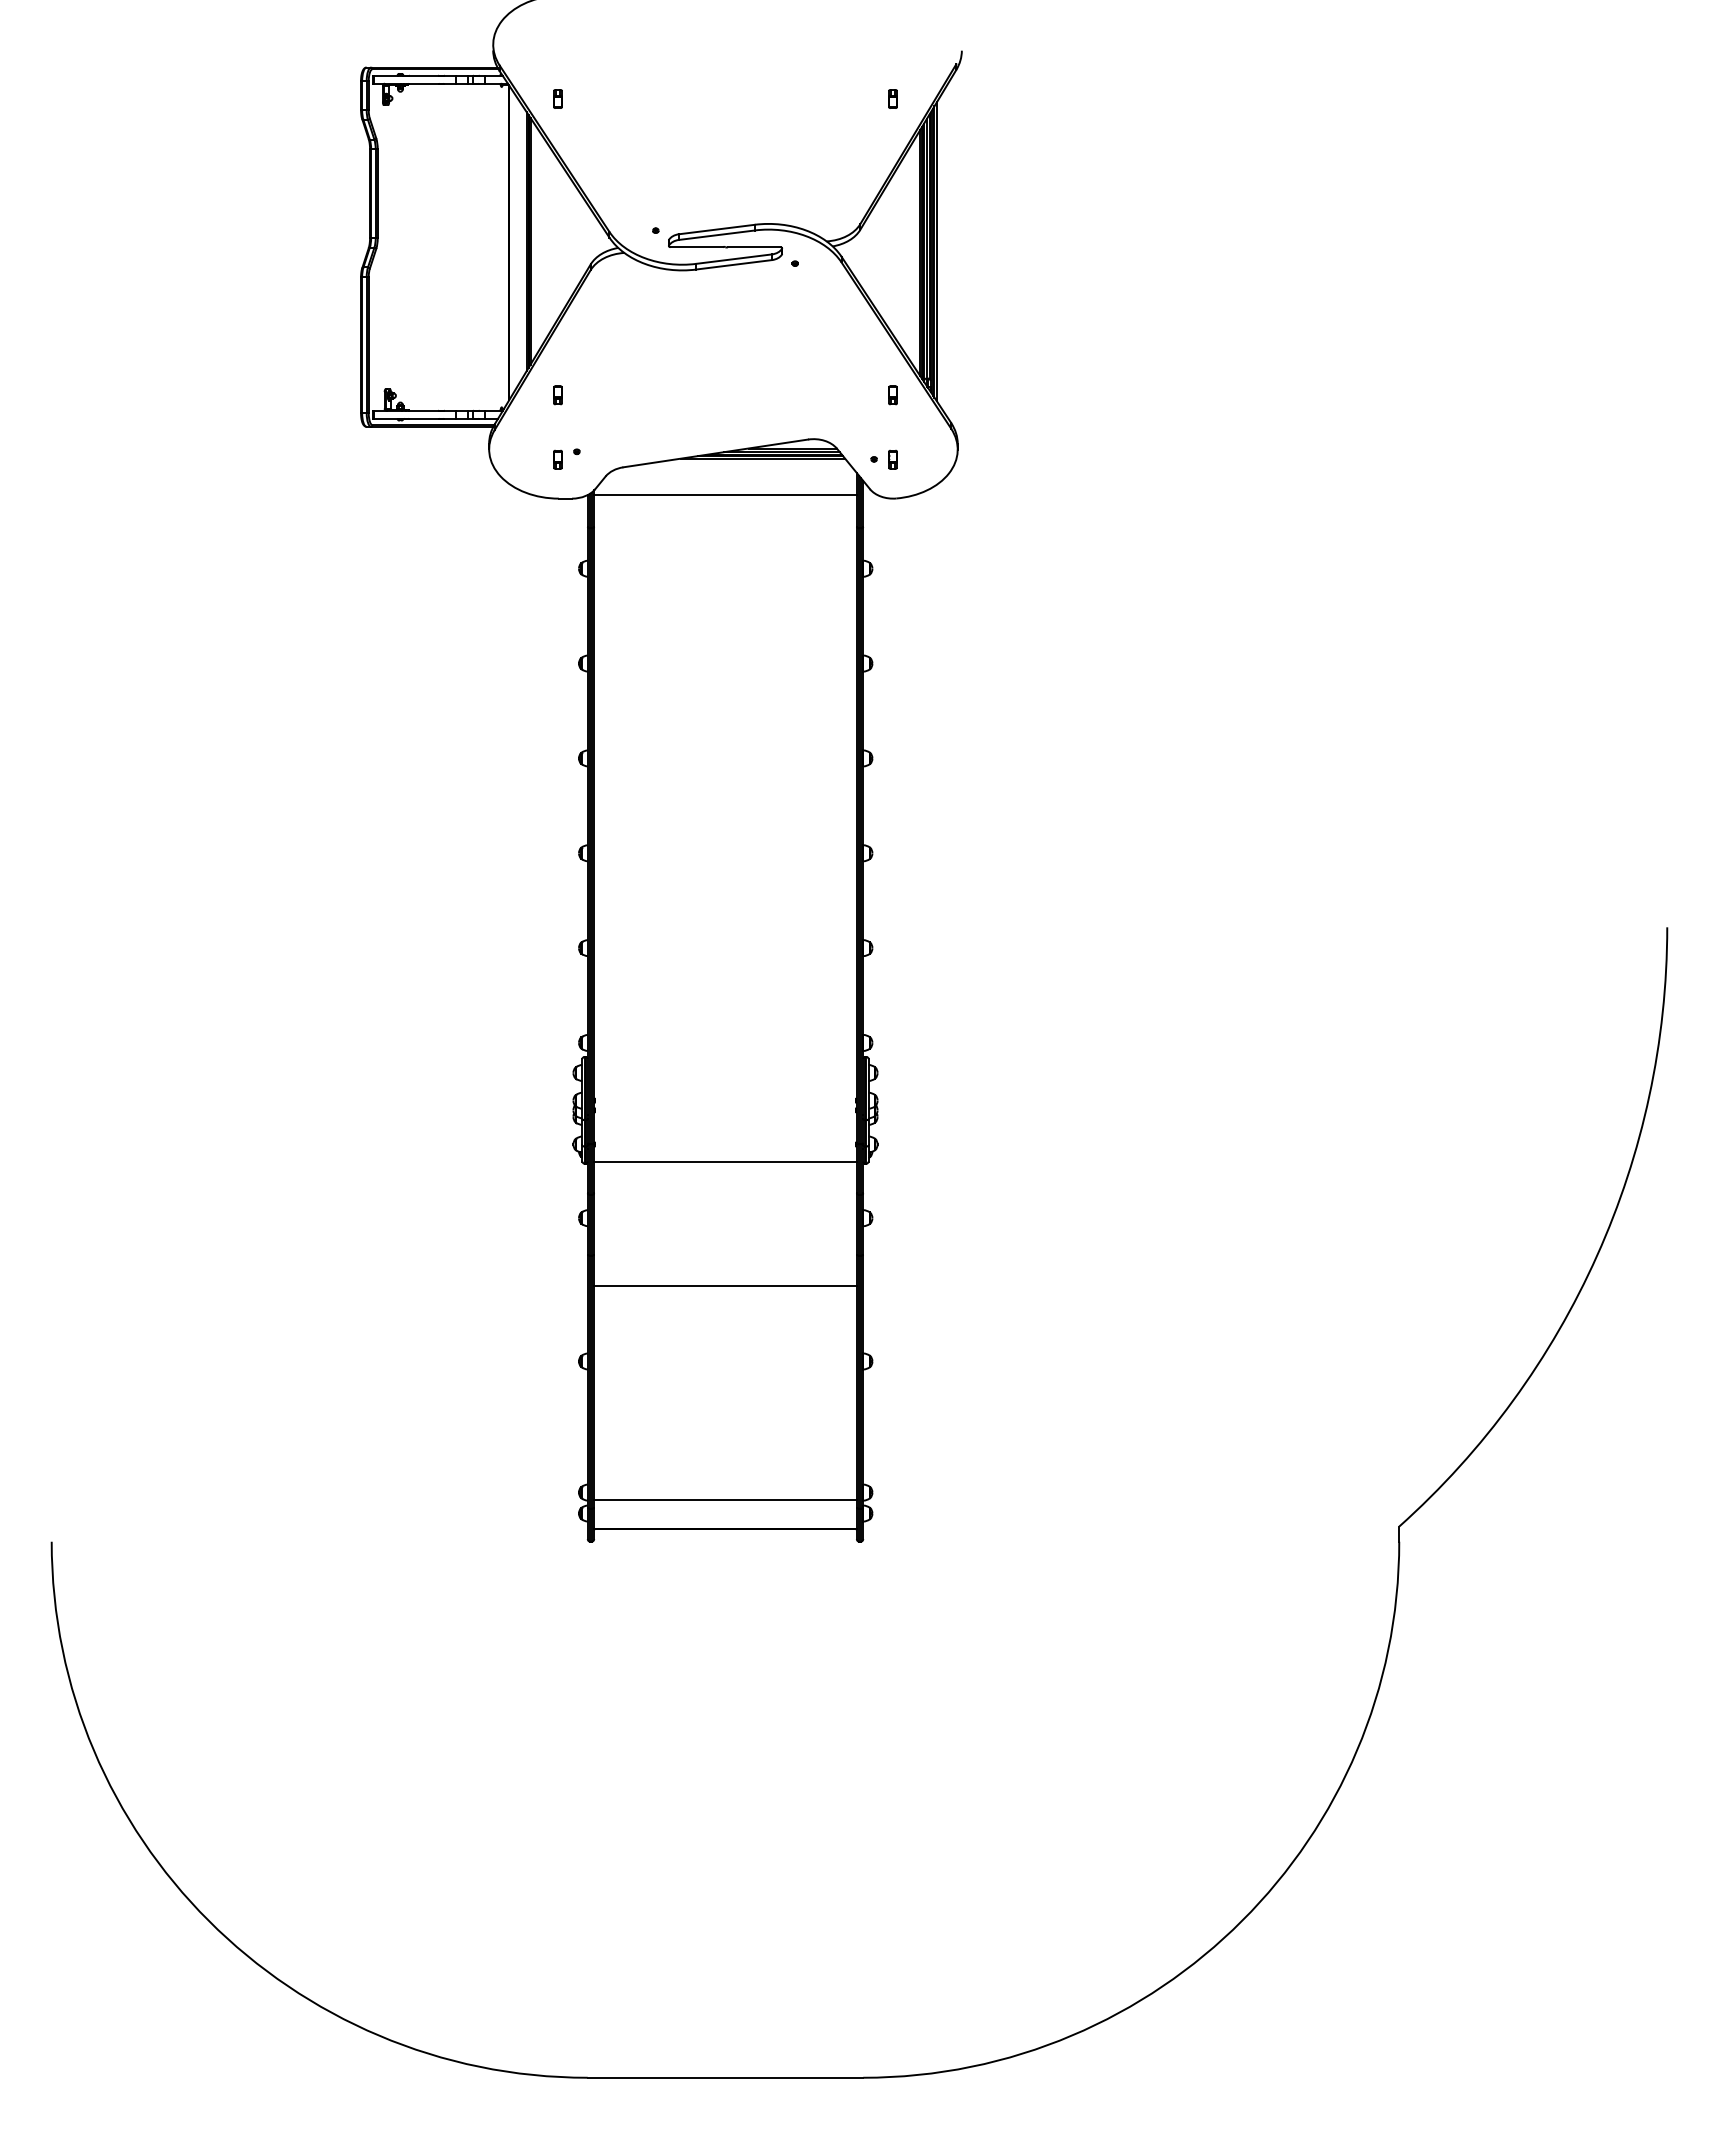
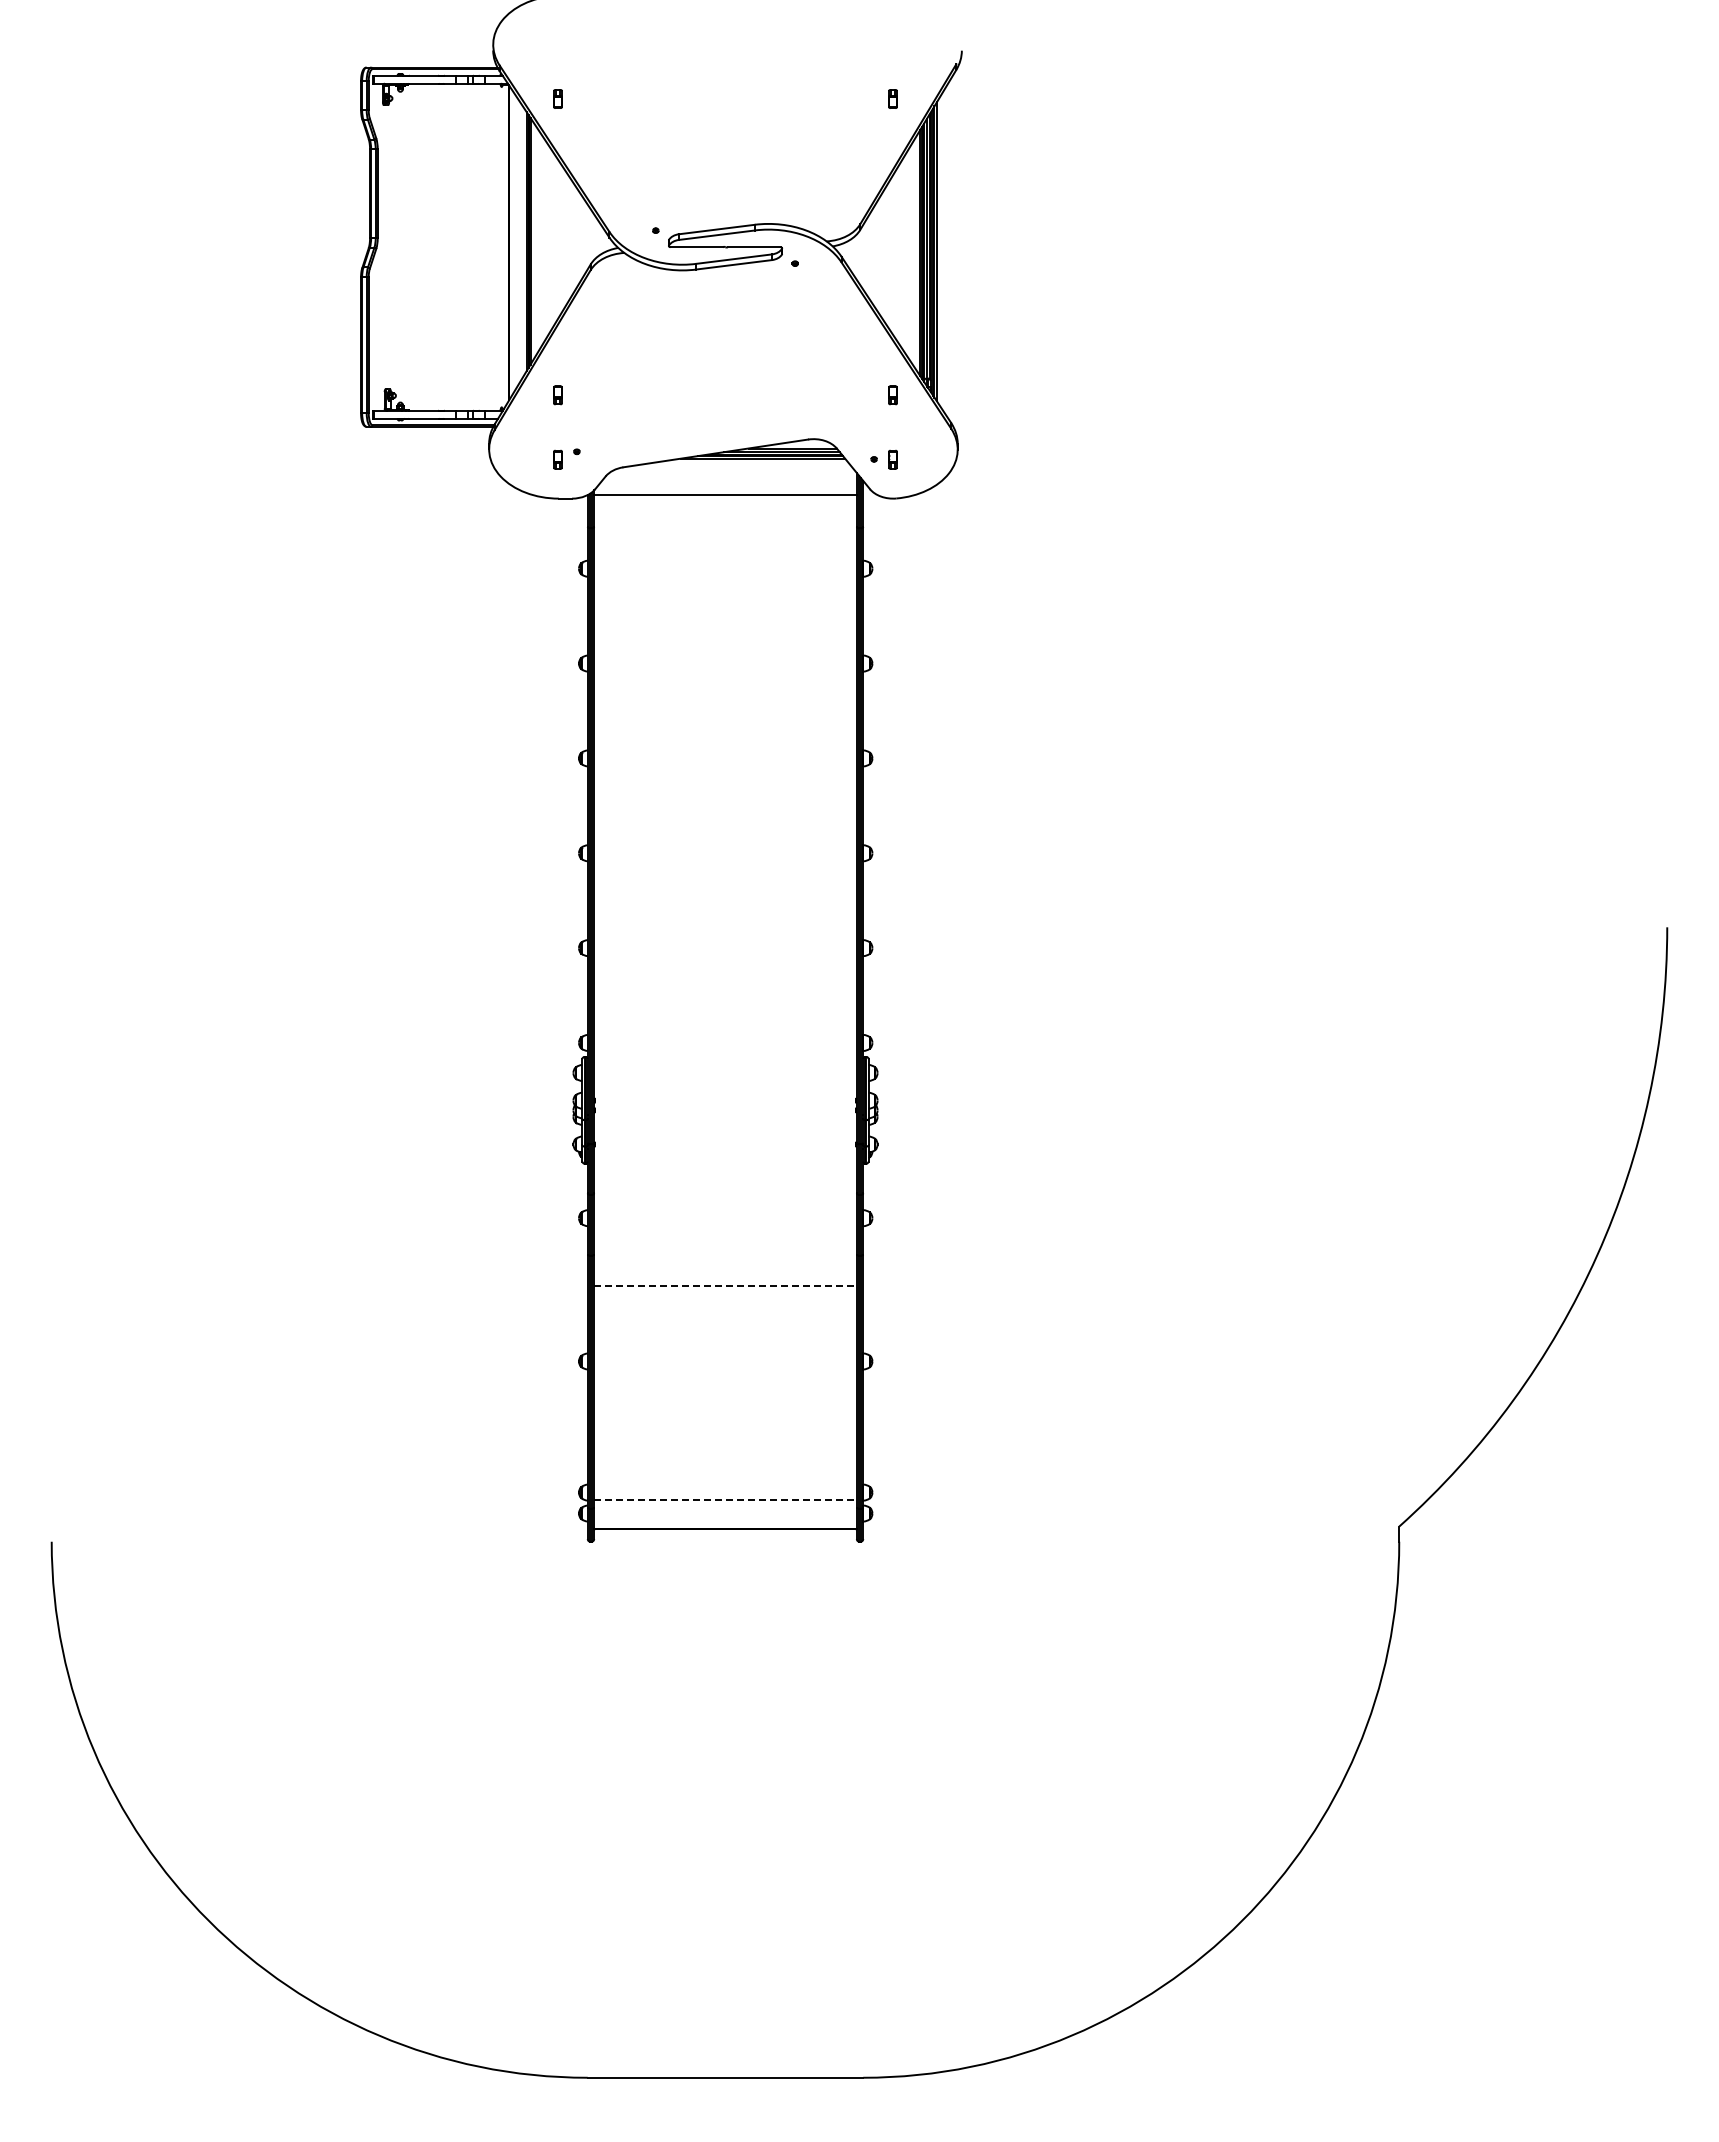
line at (725, 1161): present -> none
line at (725, 1286): solid -> dashed
line at (725, 1499): solid -> dashed
